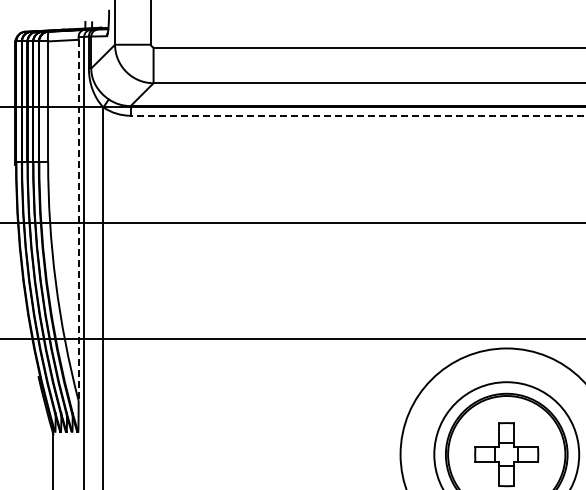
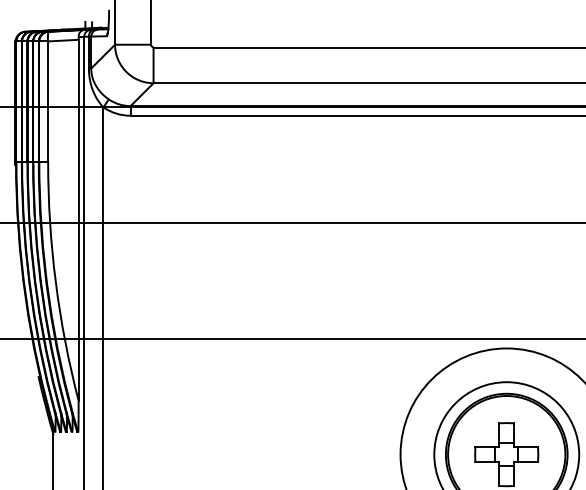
line at (357, 115): dashed -> solid
line at (78, 220): dashed -> solid
